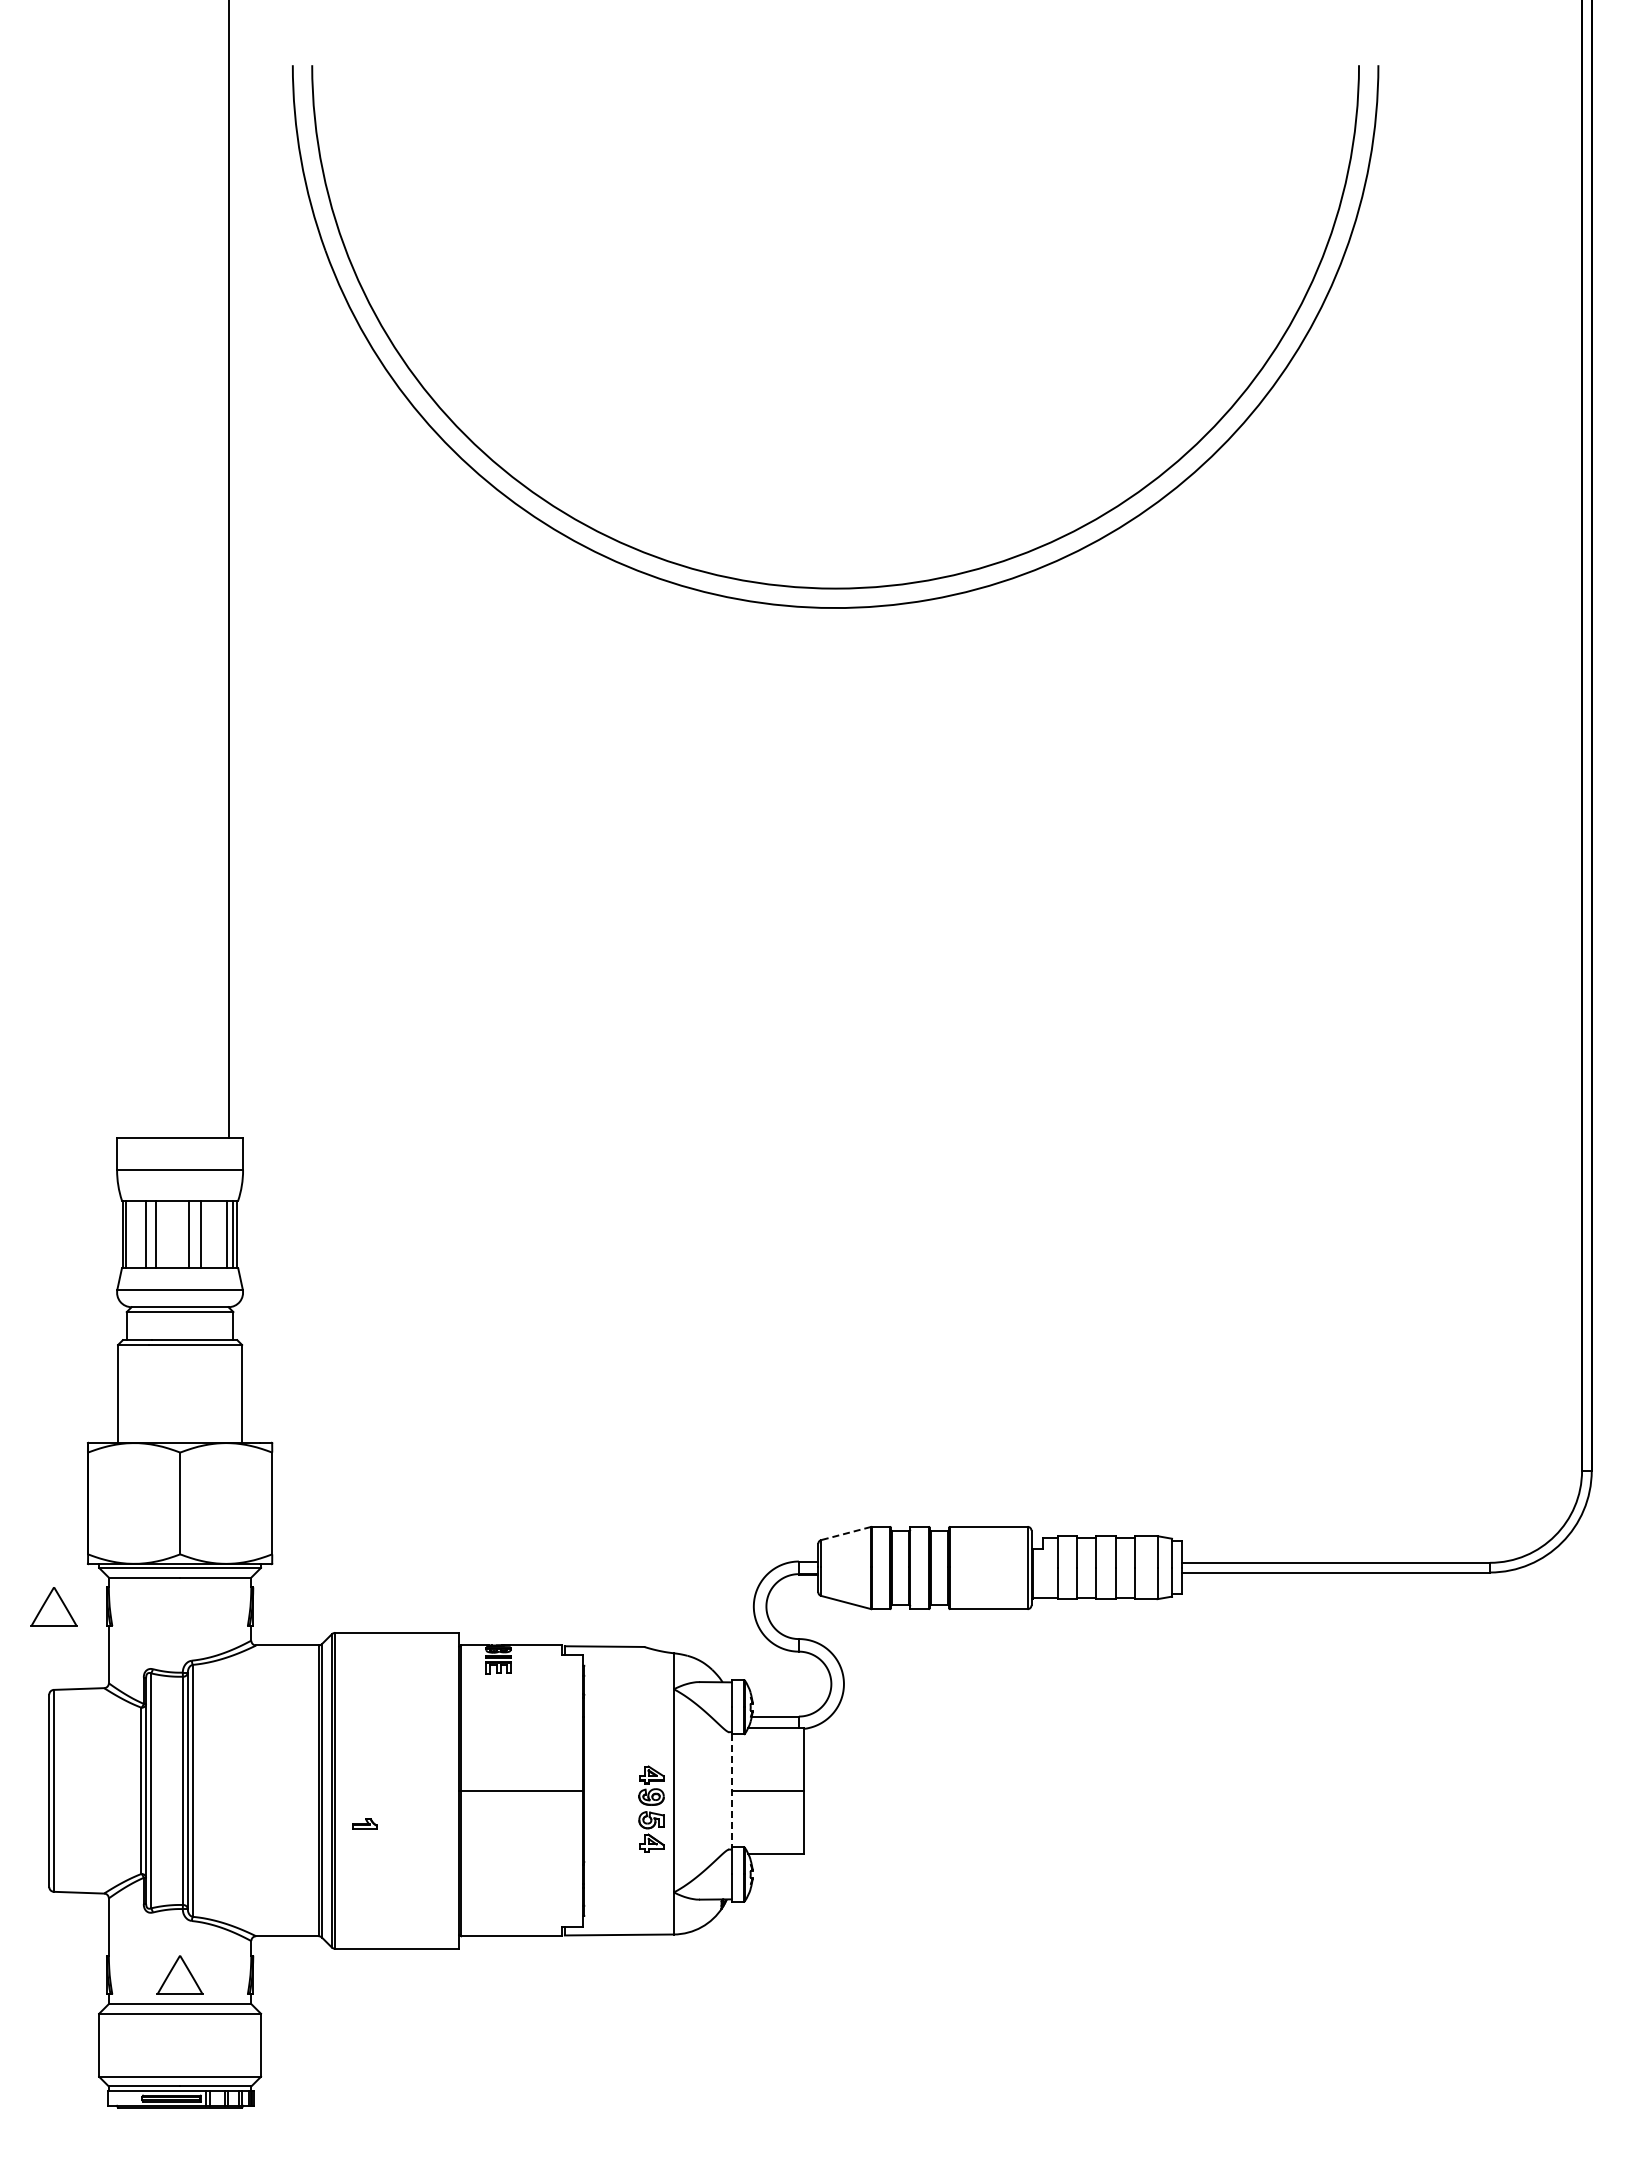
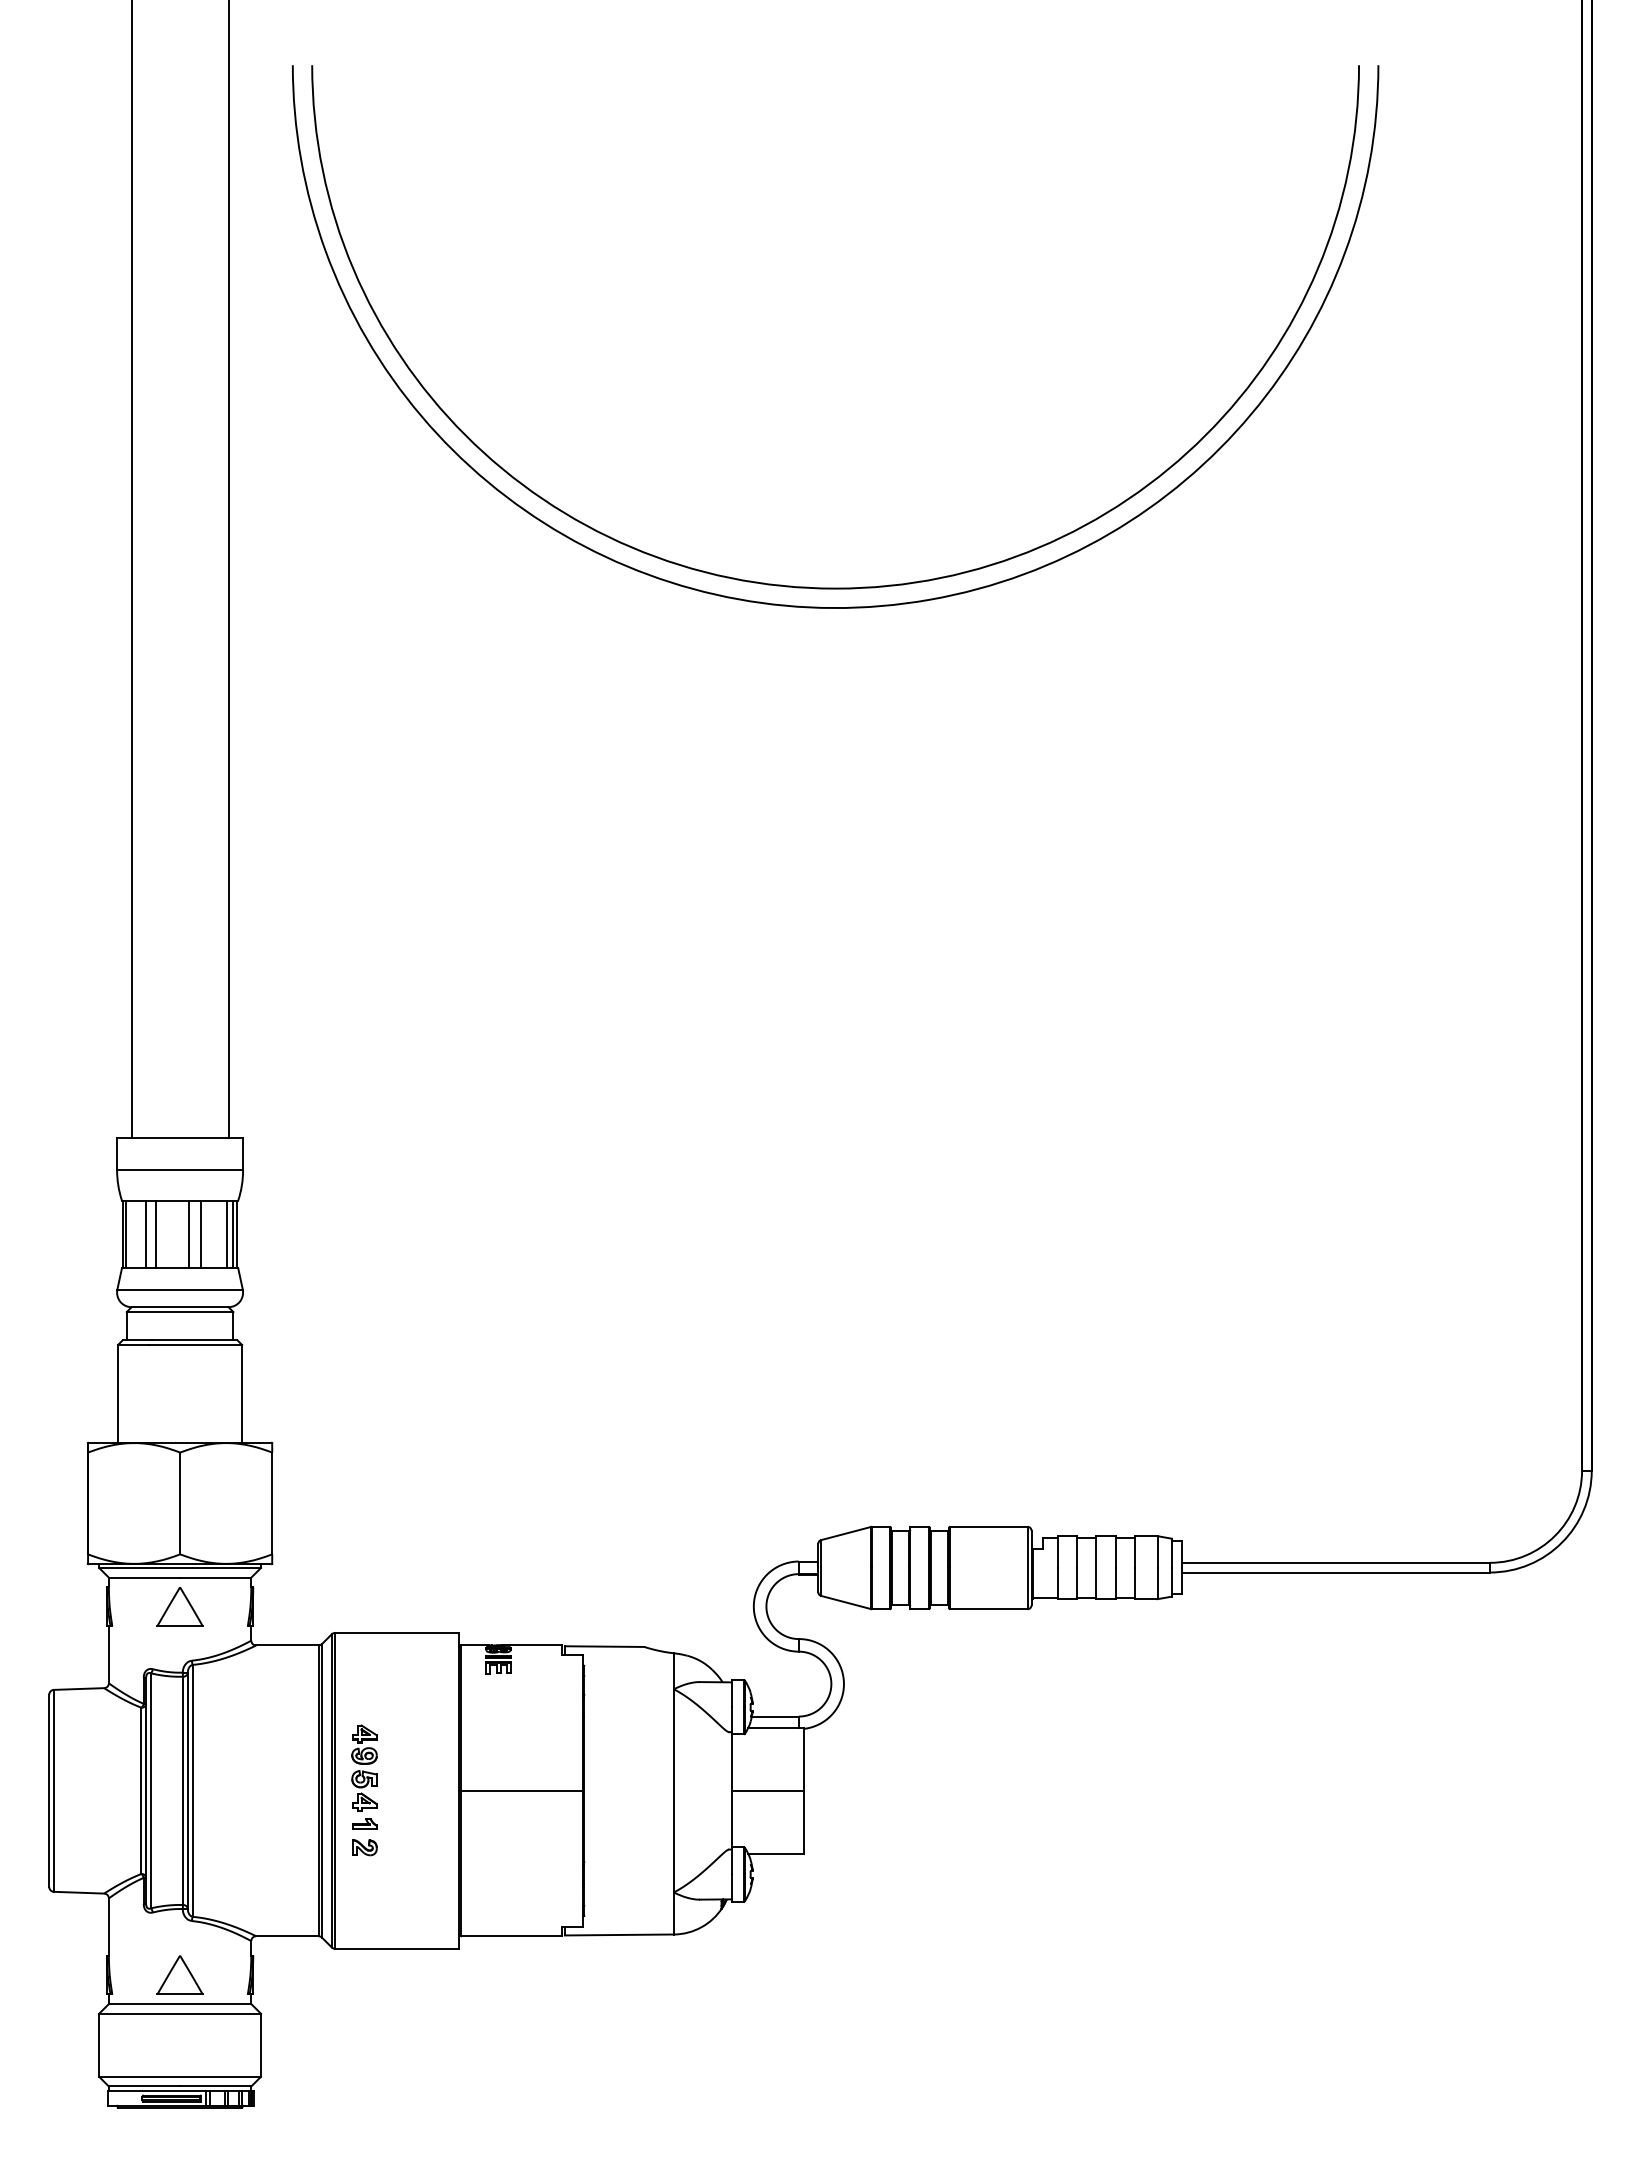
line at (131, 569): none -> present
line at (846, 1533): dashed -> solid
part at (53, 1606) position: (53, 1606) -> (179, 1606)
line at (731, 1791): dashed -> solid
part at (651, 1808) position: (651, 1808) -> (364, 1767)
part at (364, 1847): none -> present
